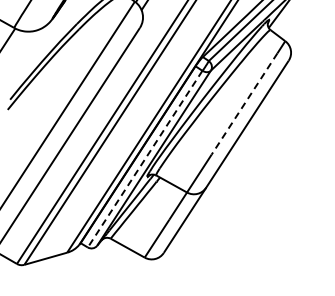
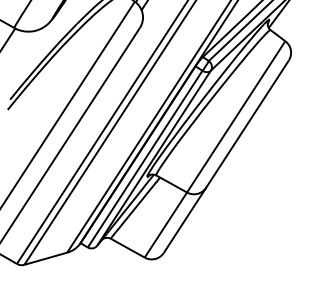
line at (244, 104): dashed -> solid
line at (144, 159): dashed -> solid
